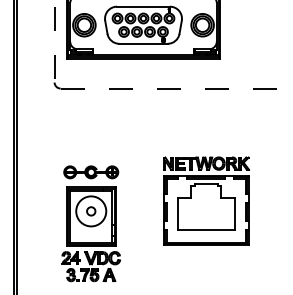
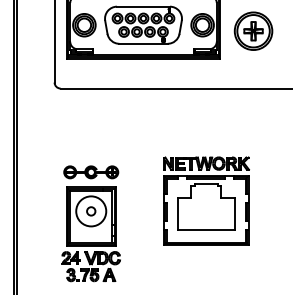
part at (253, 30): none -> present
line at (54, 41): dashed -> solid
line at (176, 88): dashed -> solid
